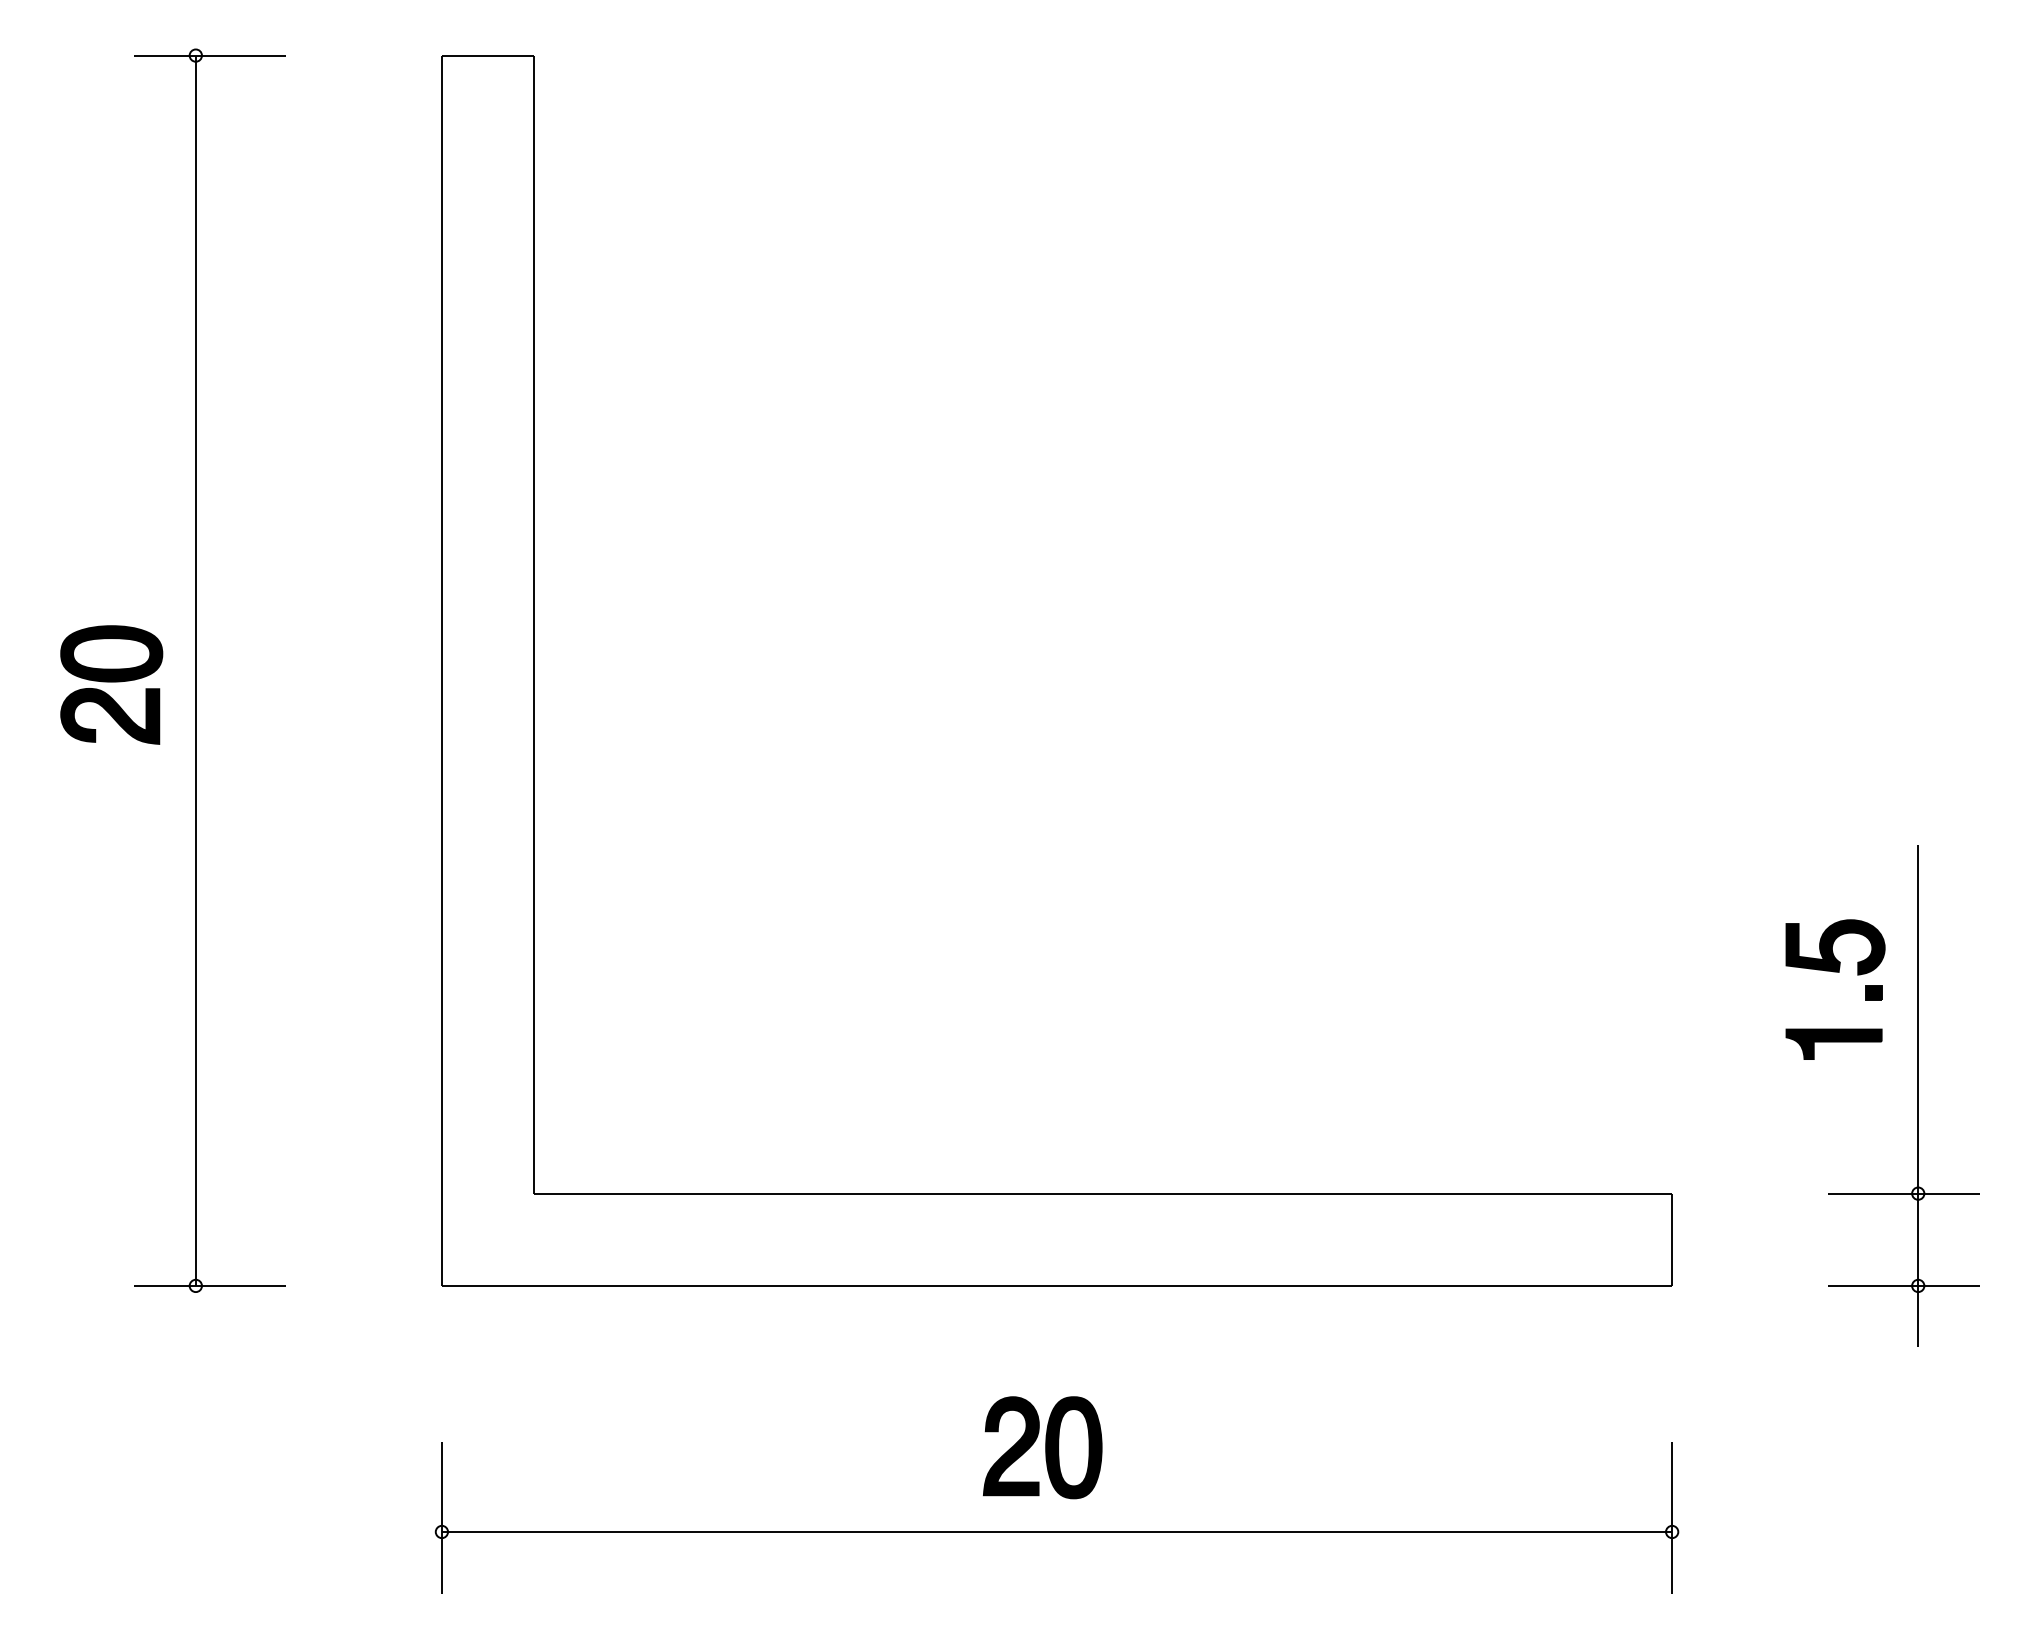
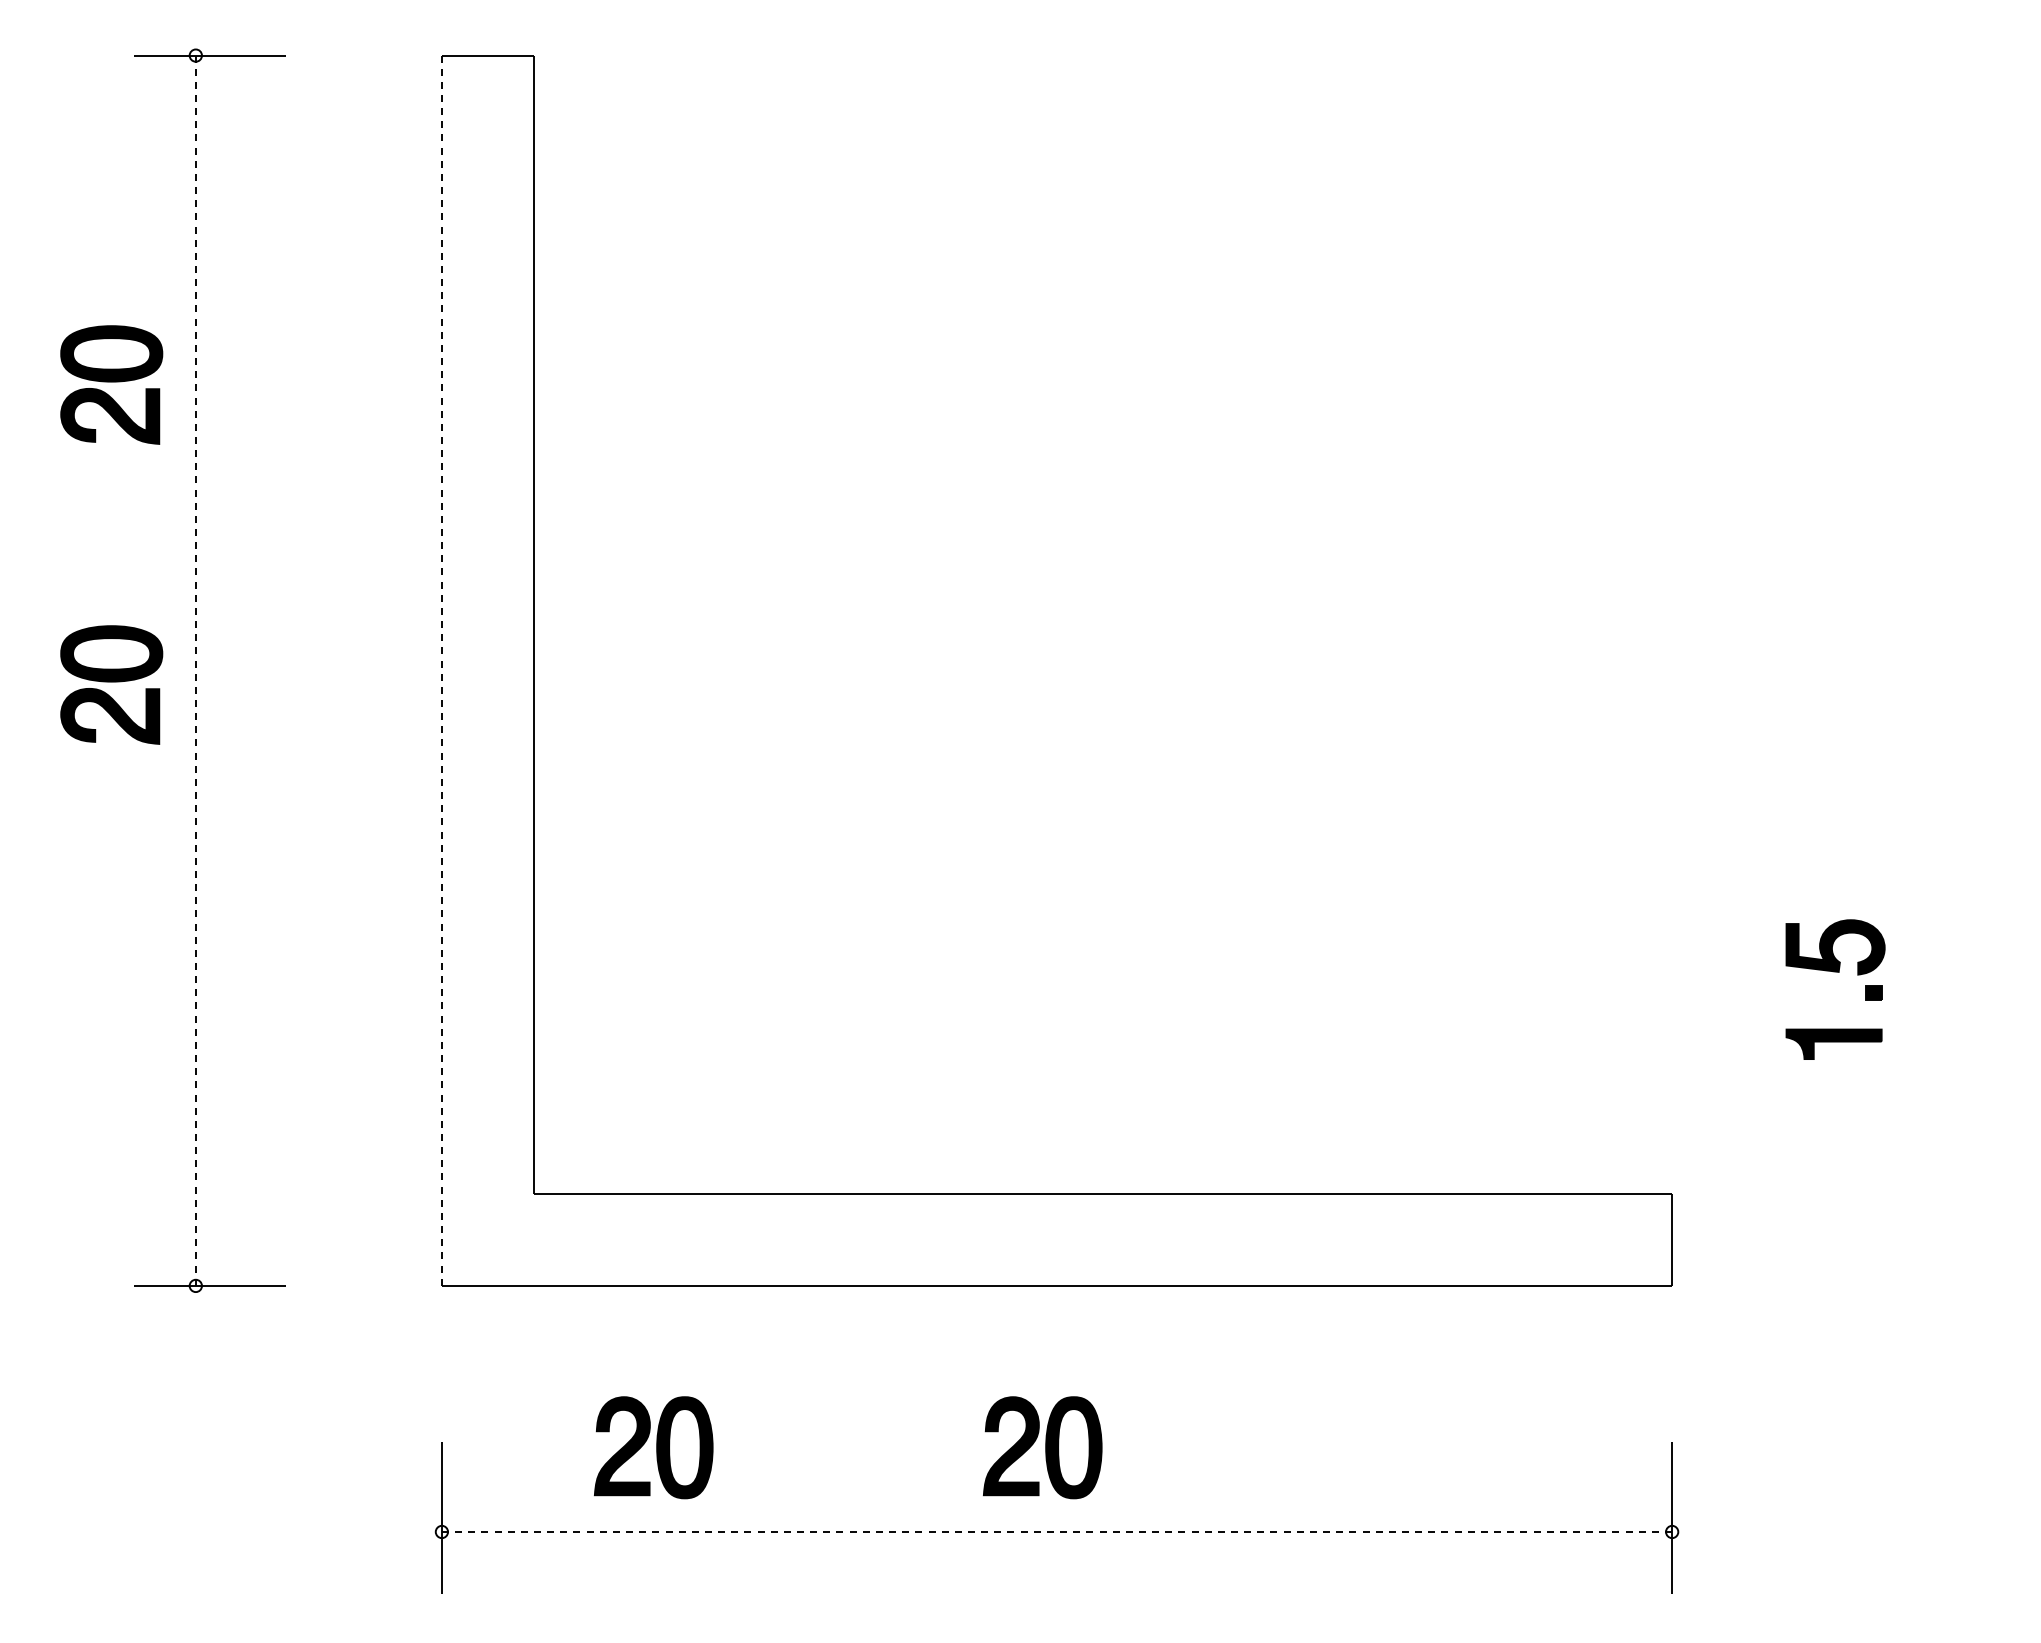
part at (111, 384): none -> present
line at (195, 671): solid -> dashed
line at (441, 671): solid -> dashed
part at (1917, 1095): present -> none
part at (653, 1447): none -> present
line at (1057, 1531): solid -> dashed
